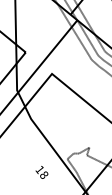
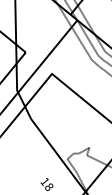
text at (41, 172) position: (41, 172) -> (46, 184)
